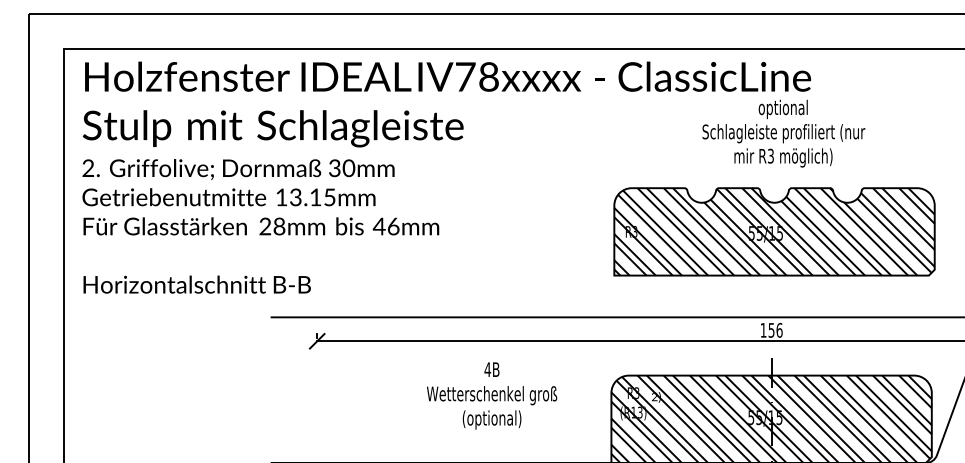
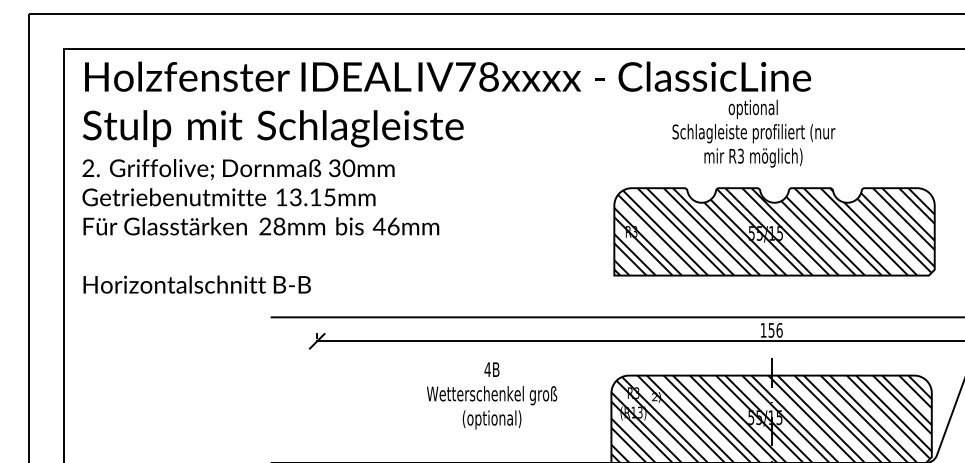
text at (783, 133) position: (783, 133) -> (753, 133)
